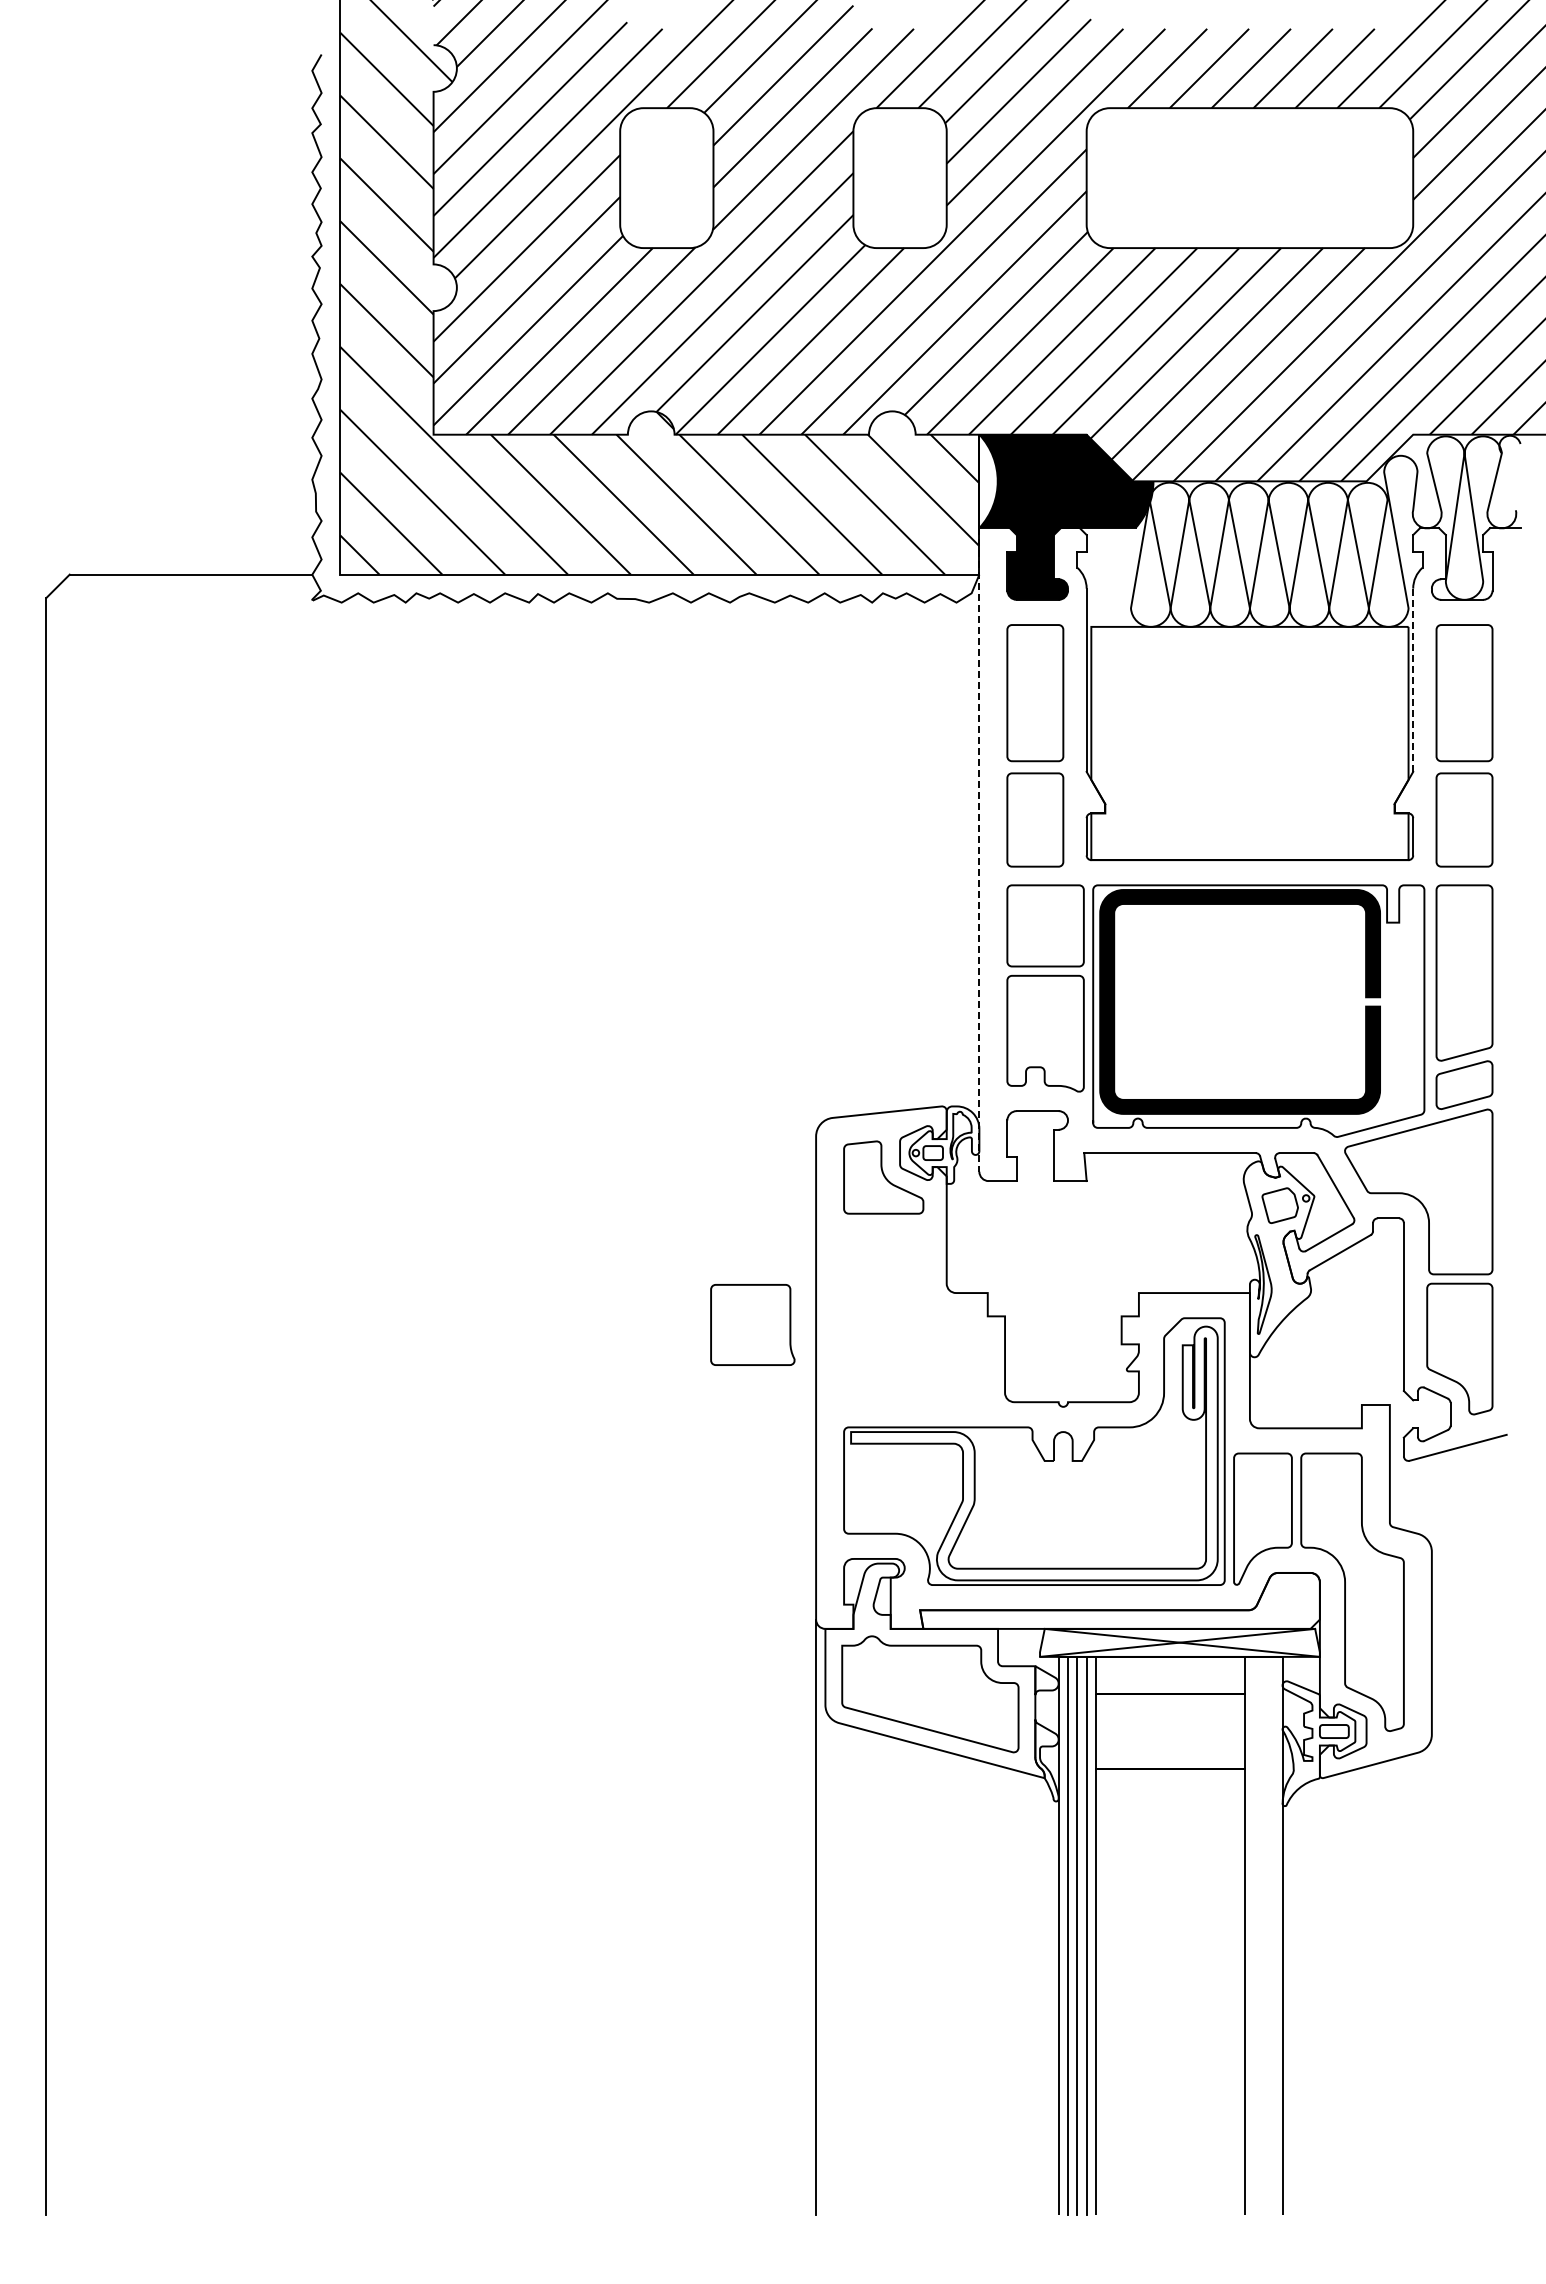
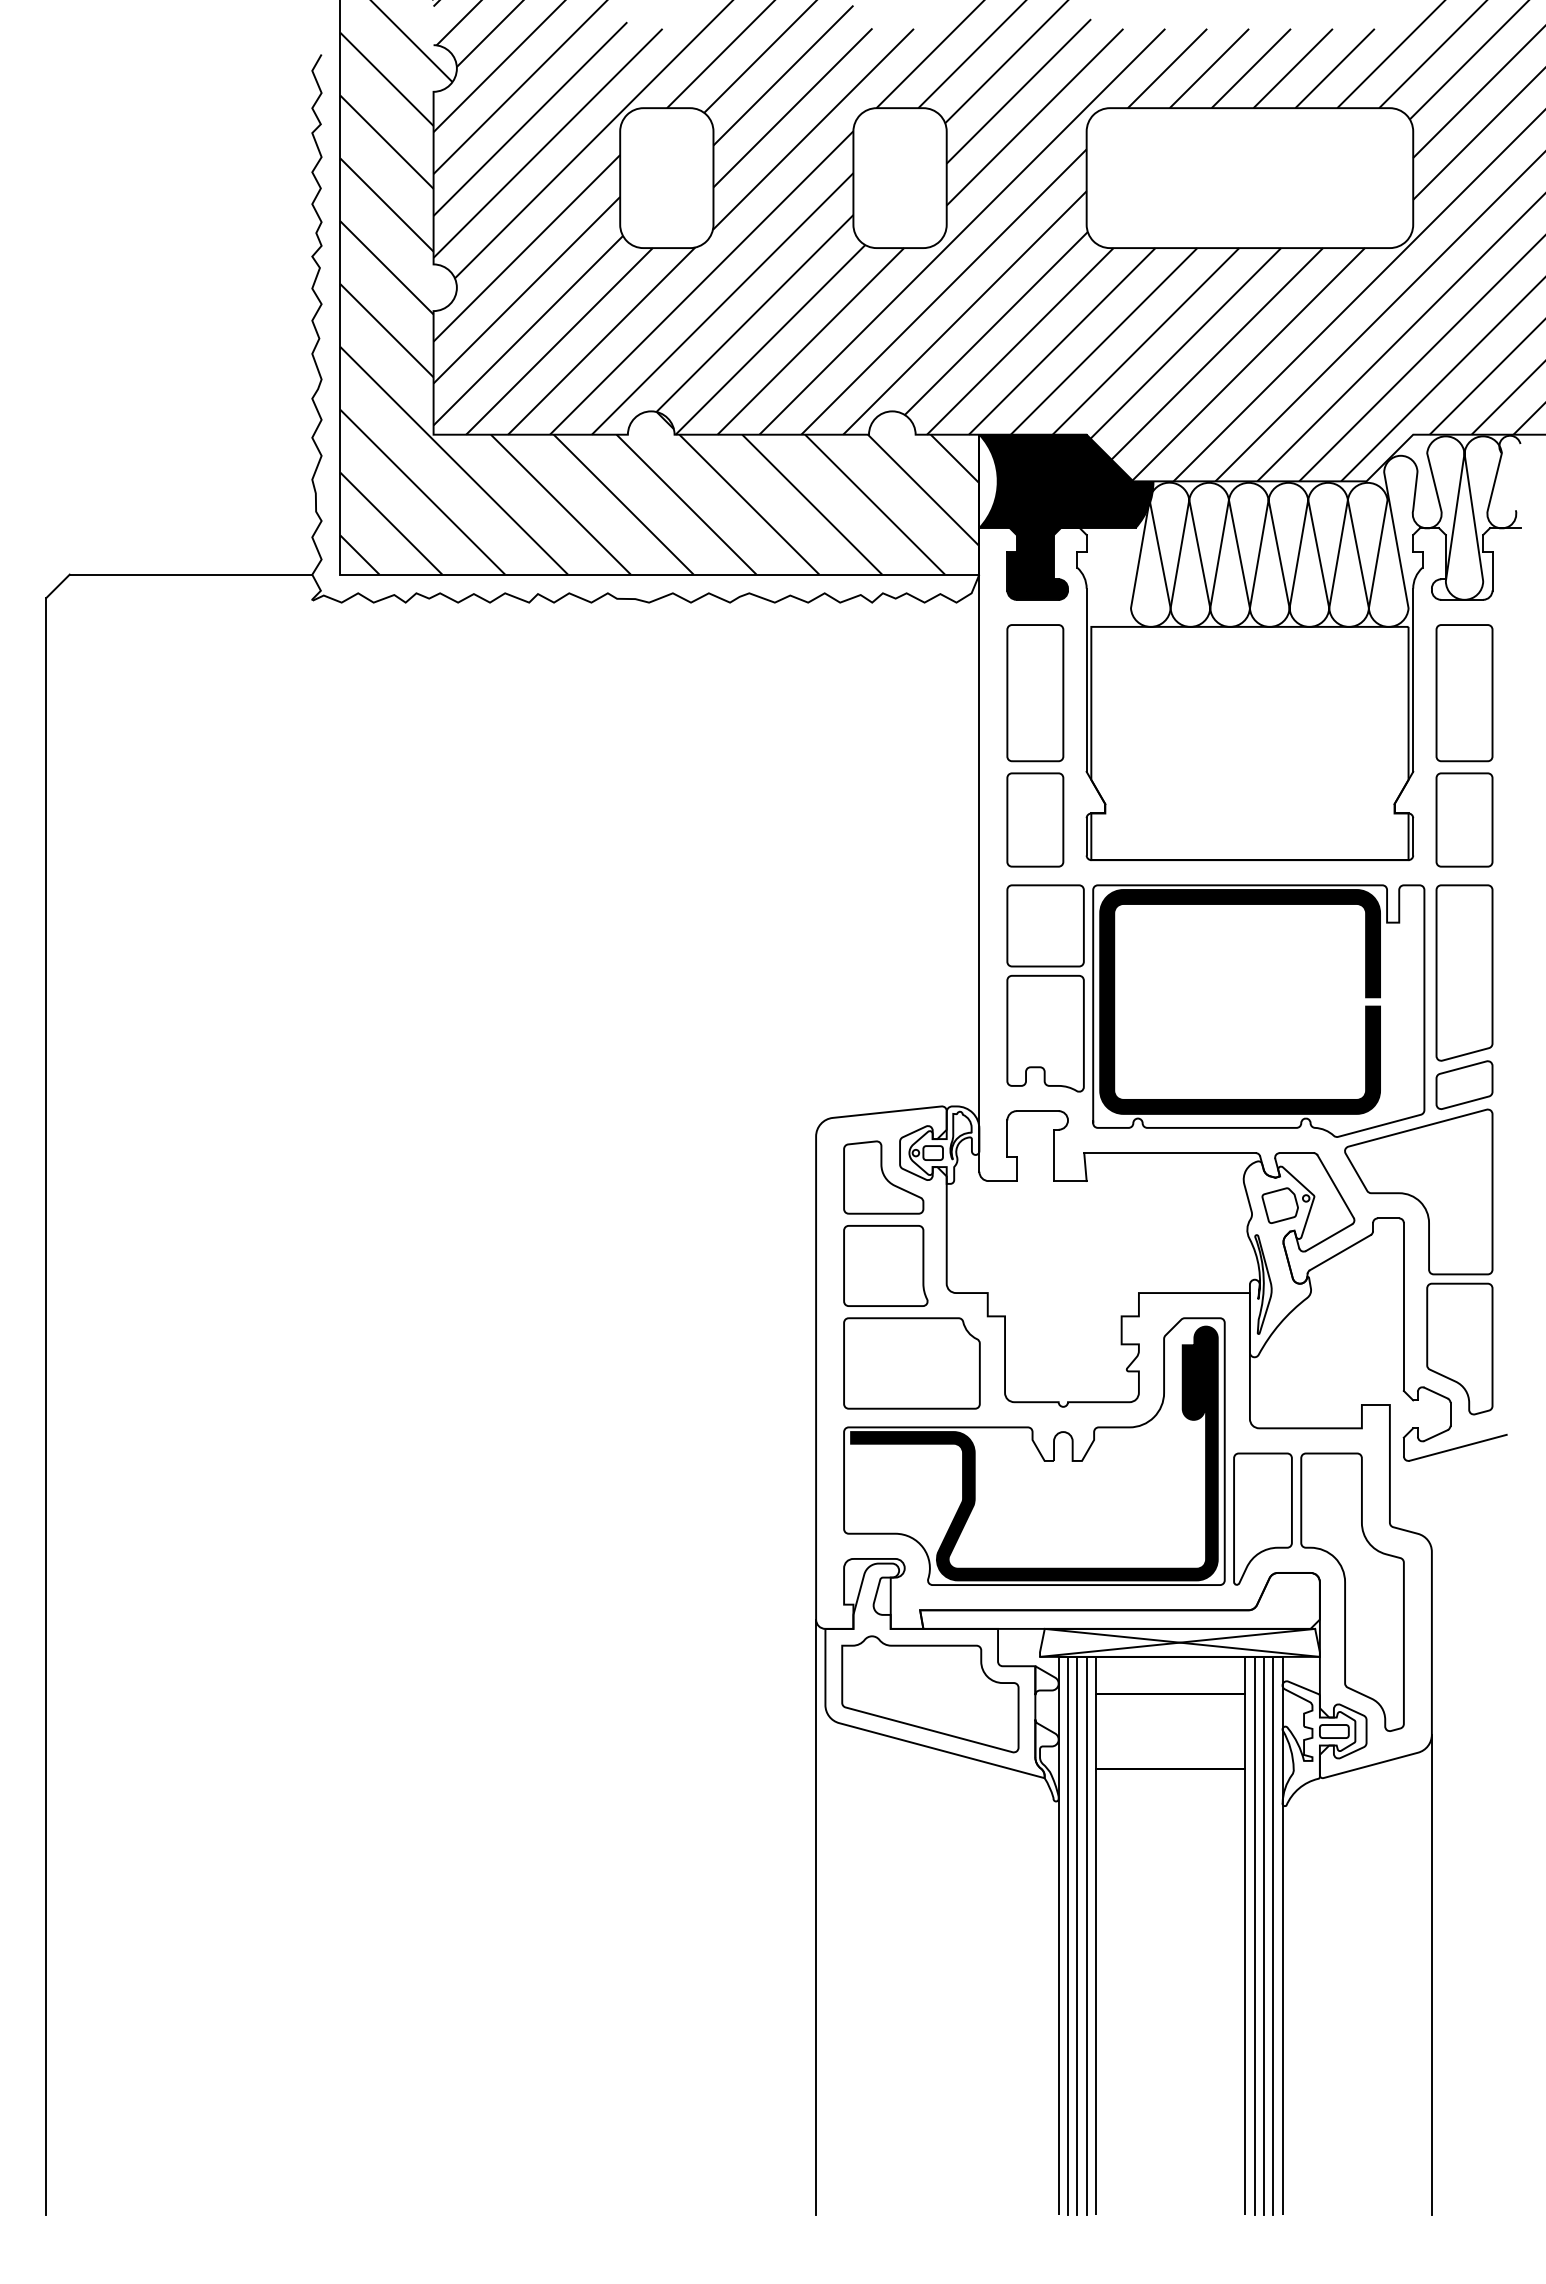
line at (1413, 680): dashed -> solid
line at (979, 849): dashed -> solid
part at (752, 1324) position: (752, 1324) -> (885, 1265)
part at (911, 1363): none -> present
fill at (1034, 1453): none -> present
line at (1254, 1935): none -> present
line at (1263, 1935): none -> present
line at (1273, 1935): none -> present
line at (1431, 1974): none -> present
